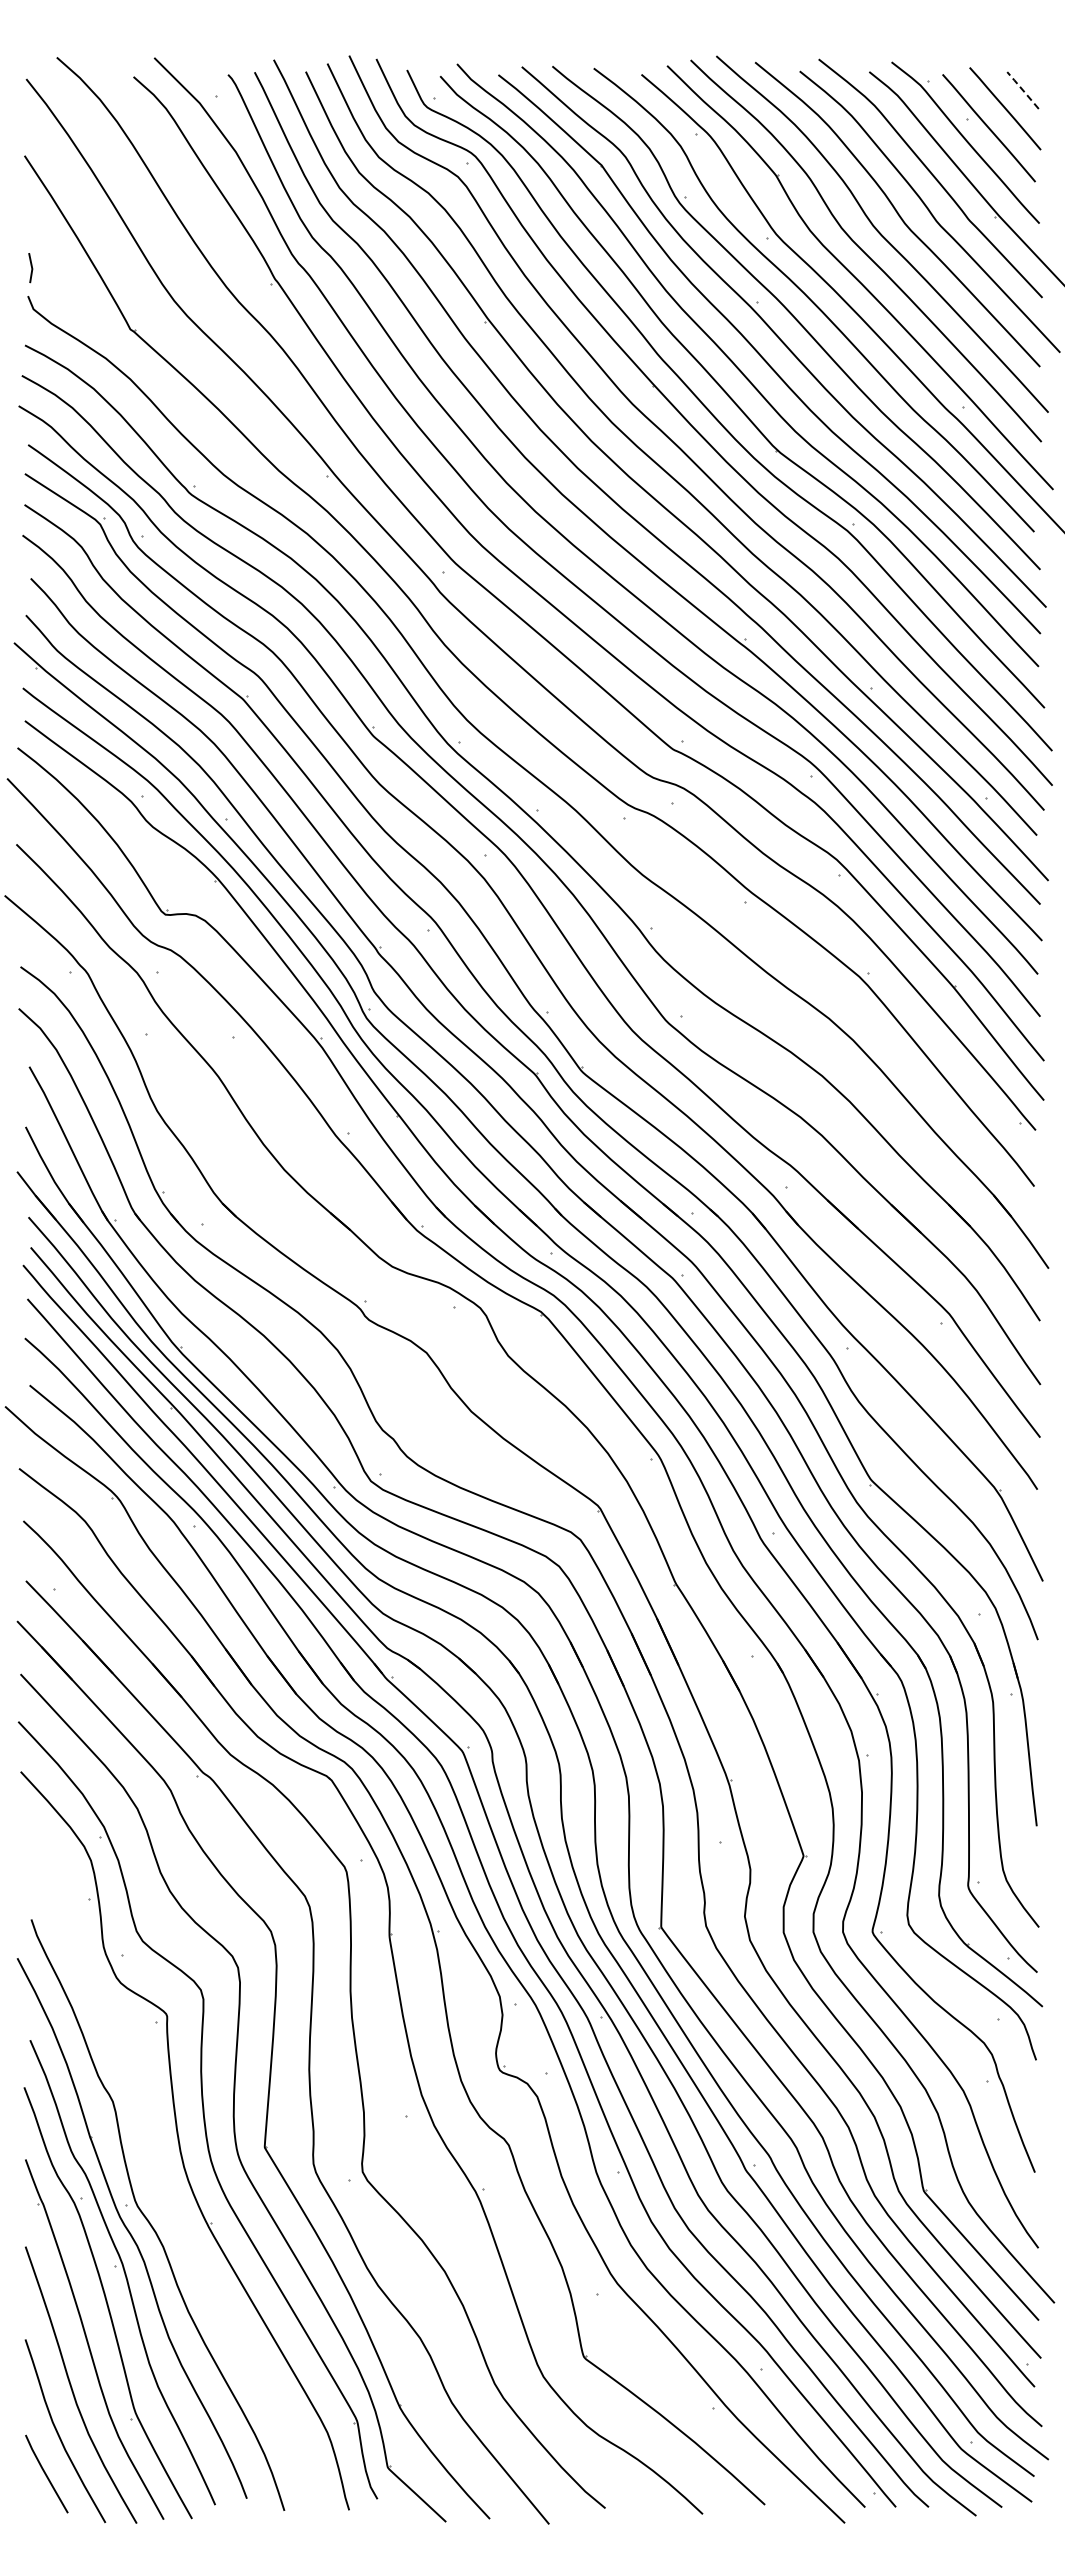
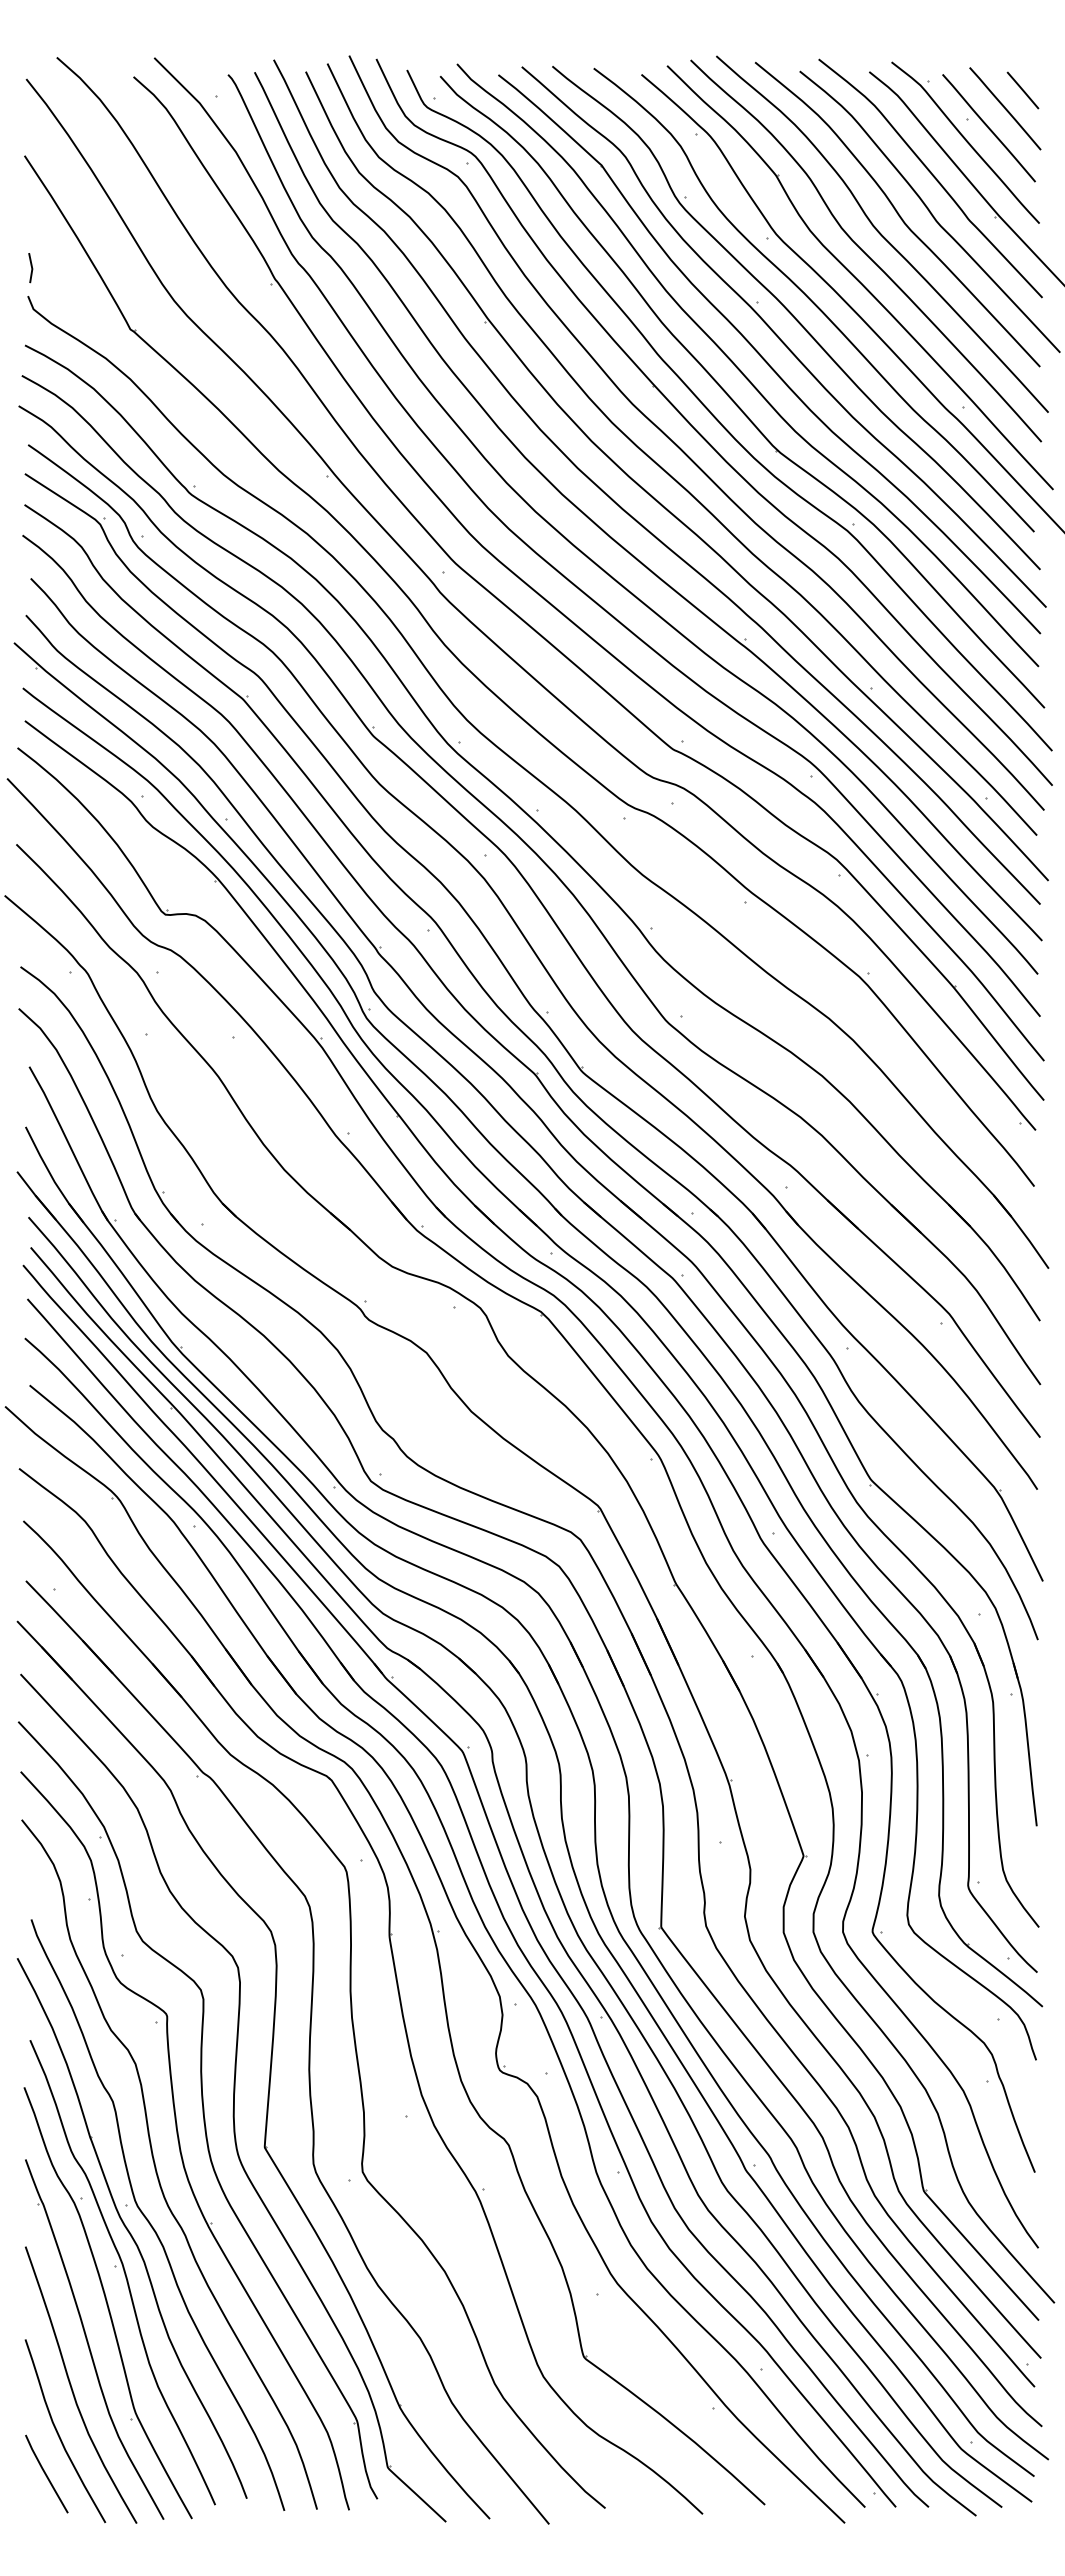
line at (1023, 90): dashed -> solid
curve at (156, 2166): none -> present
